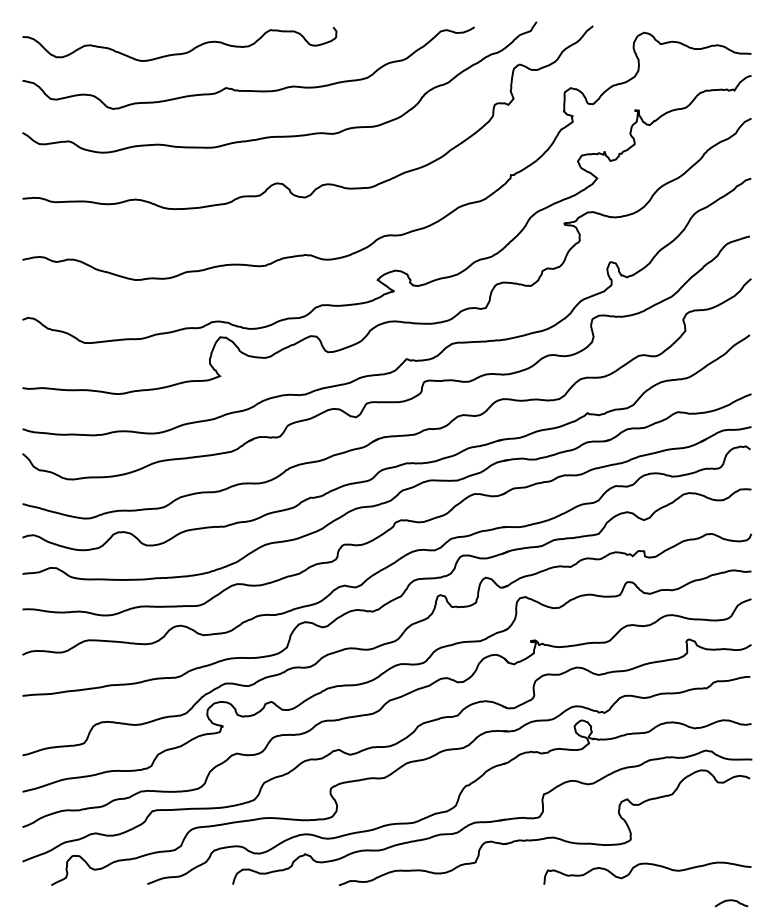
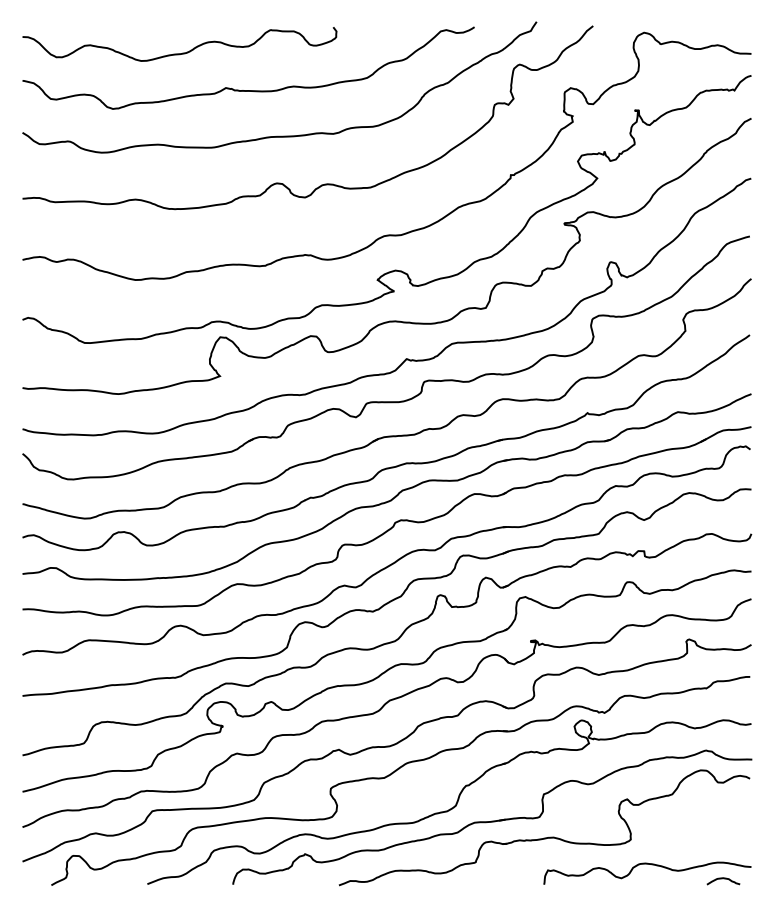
curve at (731, 901) position: (731, 901) -> (723, 879)
